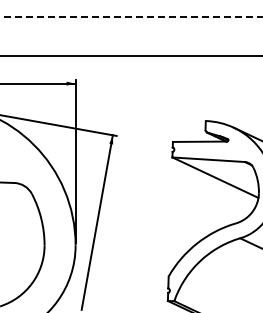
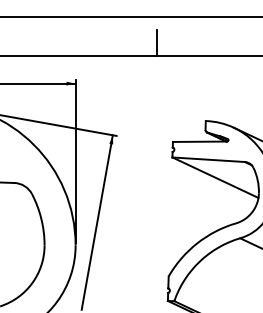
line at (131, 17): dashed -> solid
line at (157, 43): none -> present
